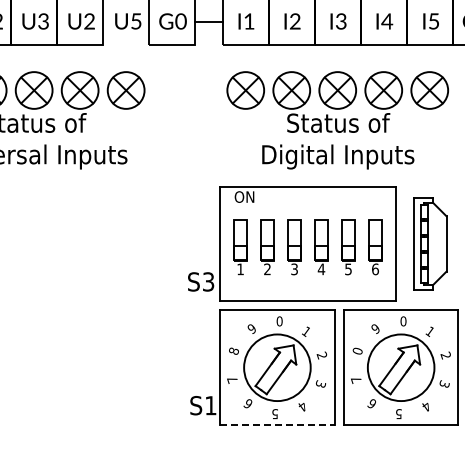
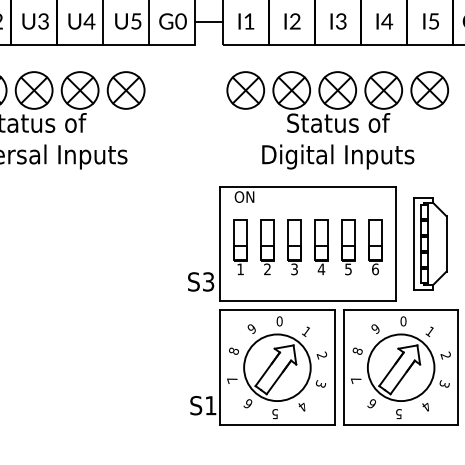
text at (89, 21): U2 -> U4
line at (126, 44): none -> present
text at (357, 350): 0 -> 8
line at (277, 425): dashed -> solid
